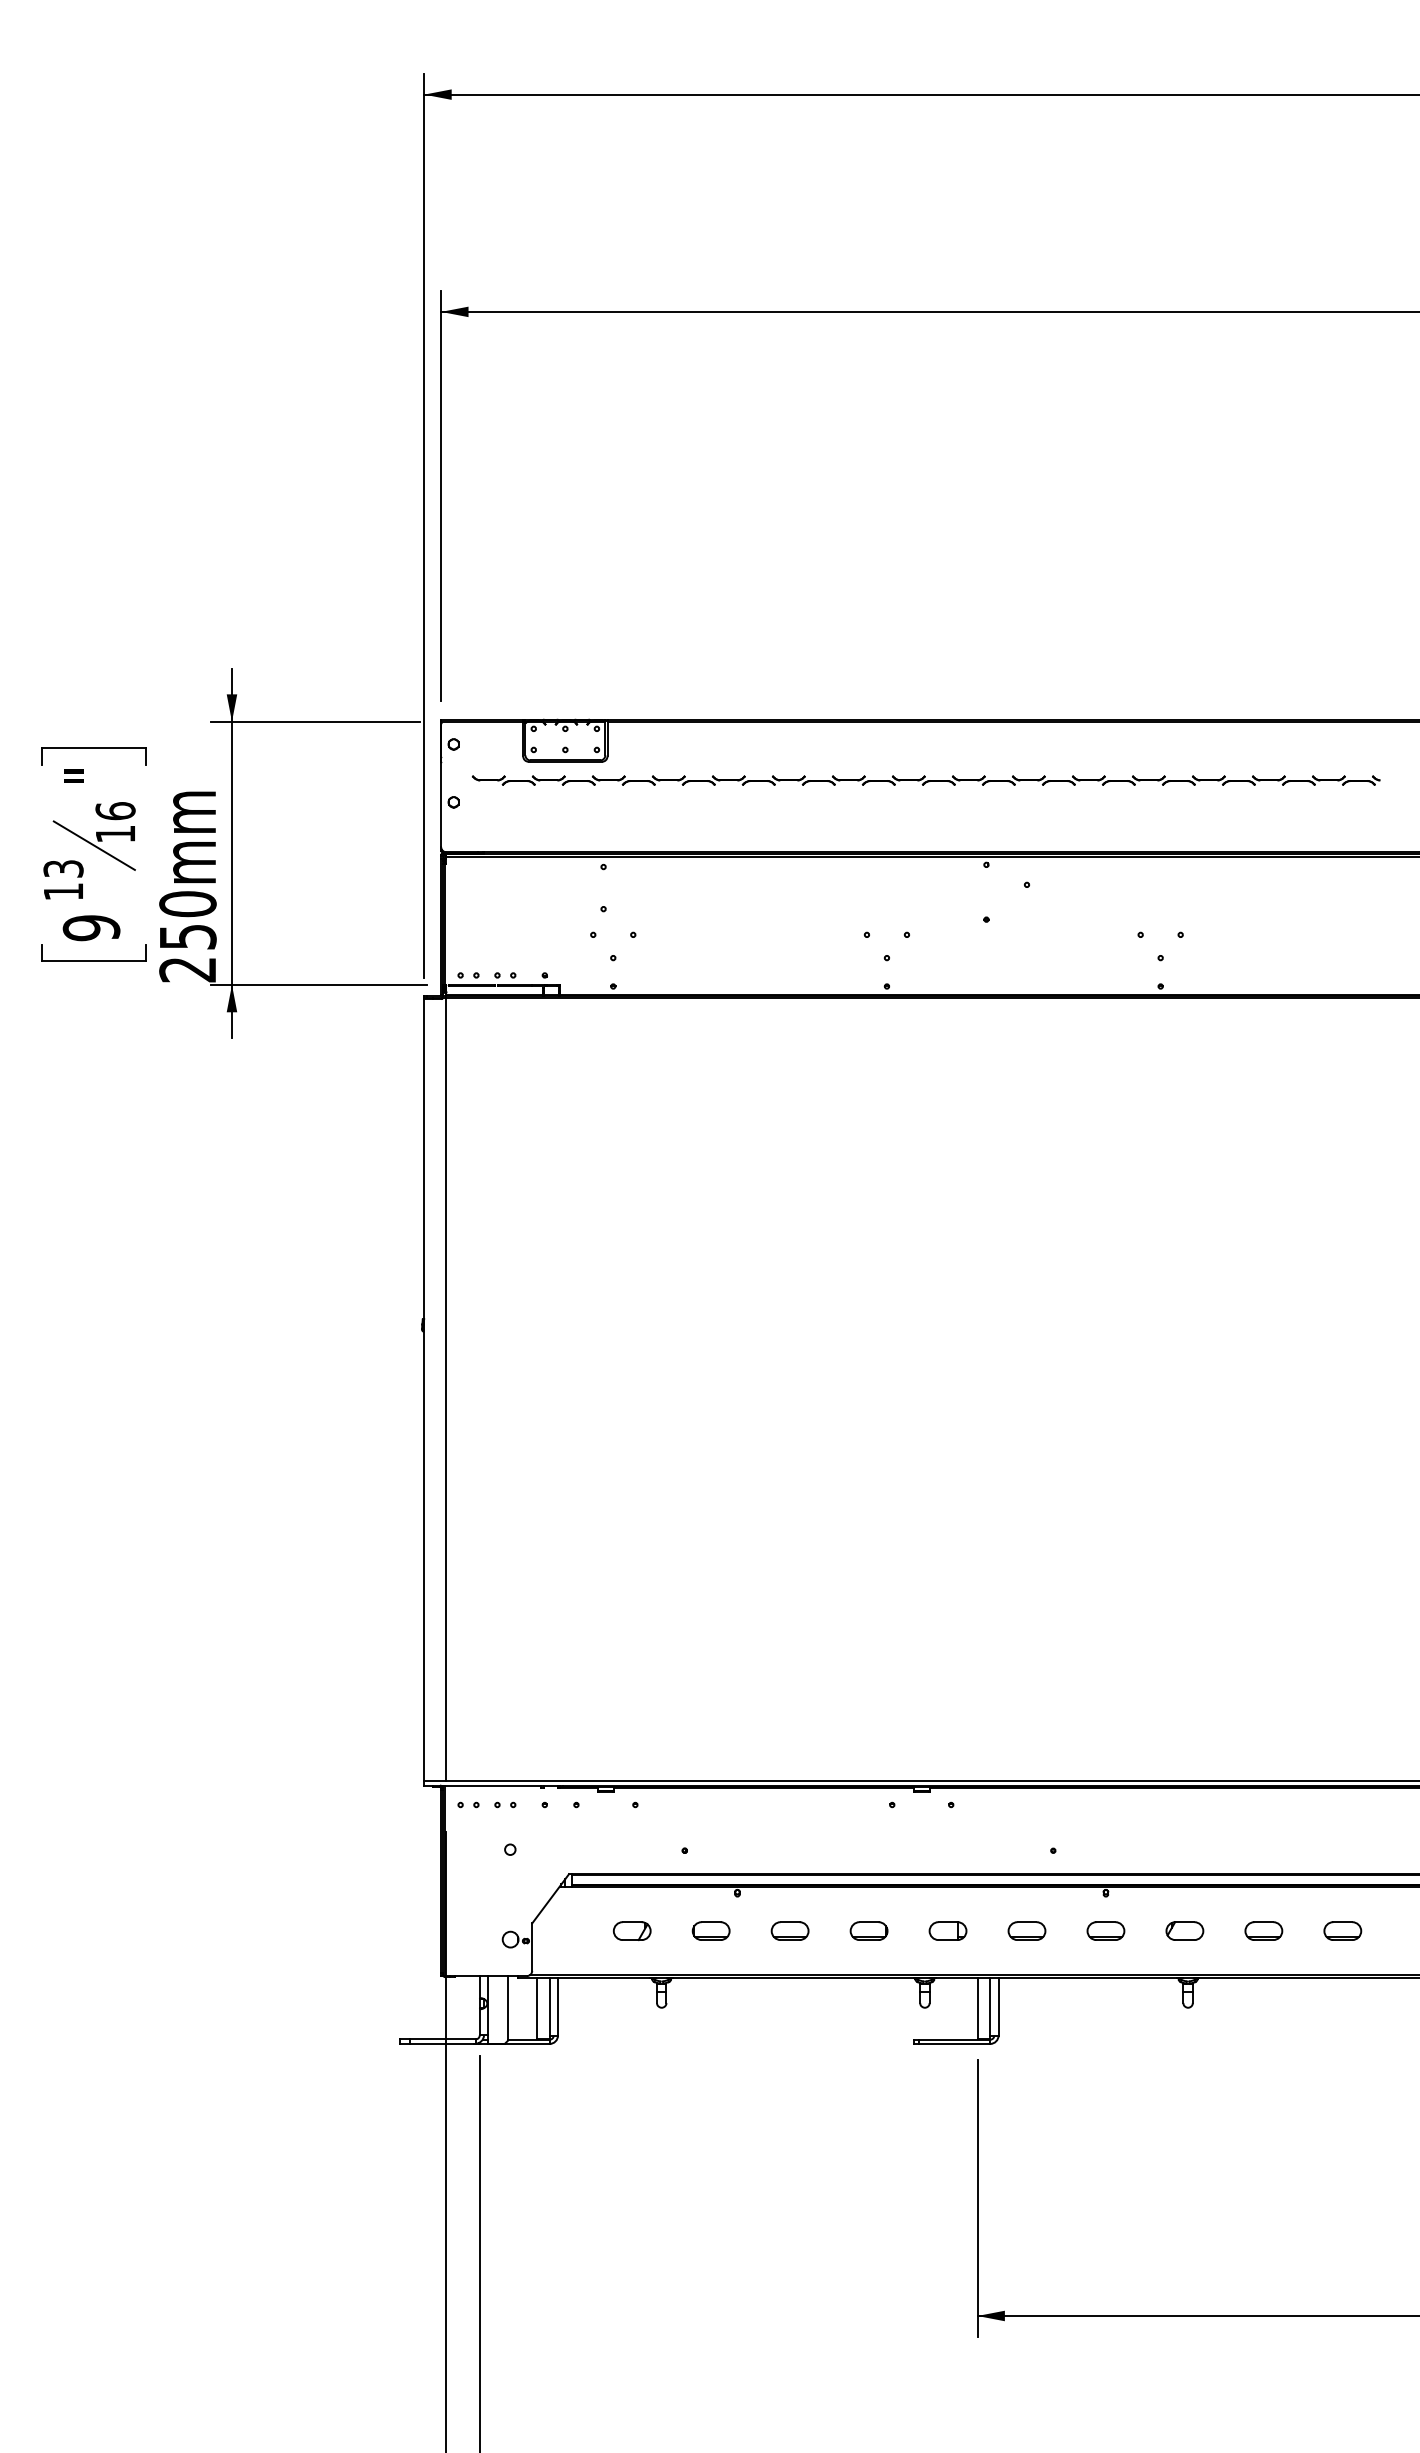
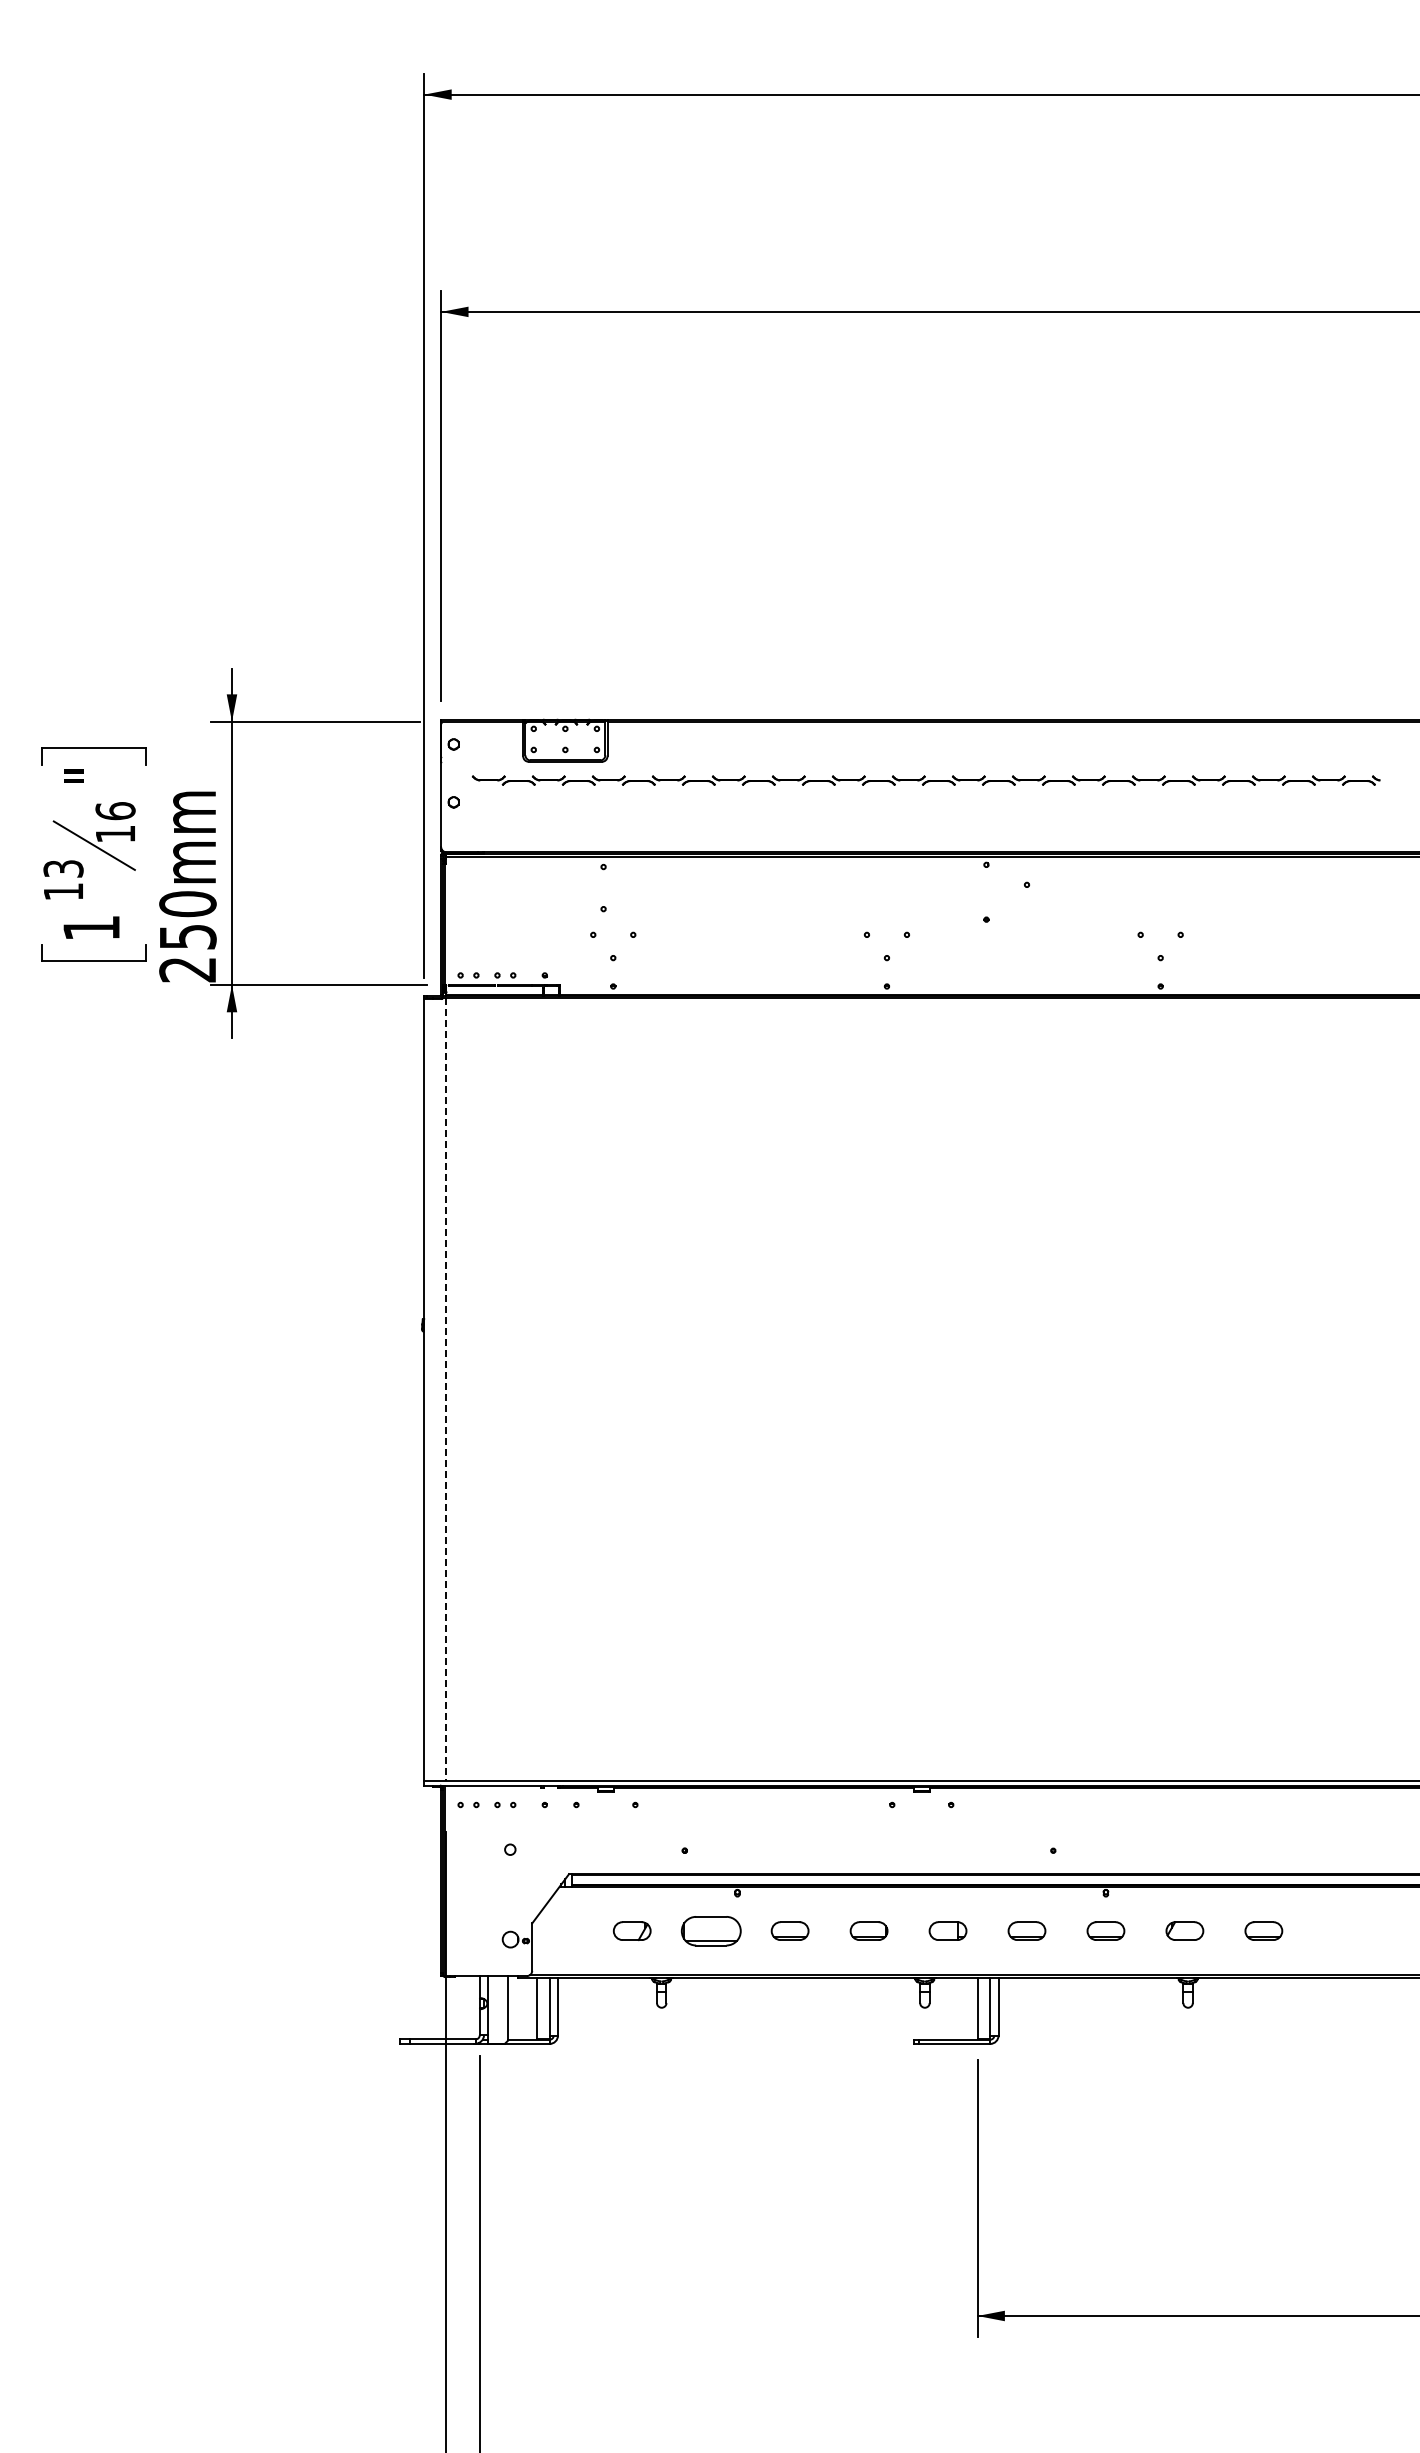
text at (91, 928): 9 -> 1
line at (446, 1389): solid -> dashed
part at (710, 1930) size: 40x20 px -> 61x31 px
part at (1342, 1930): present -> none
